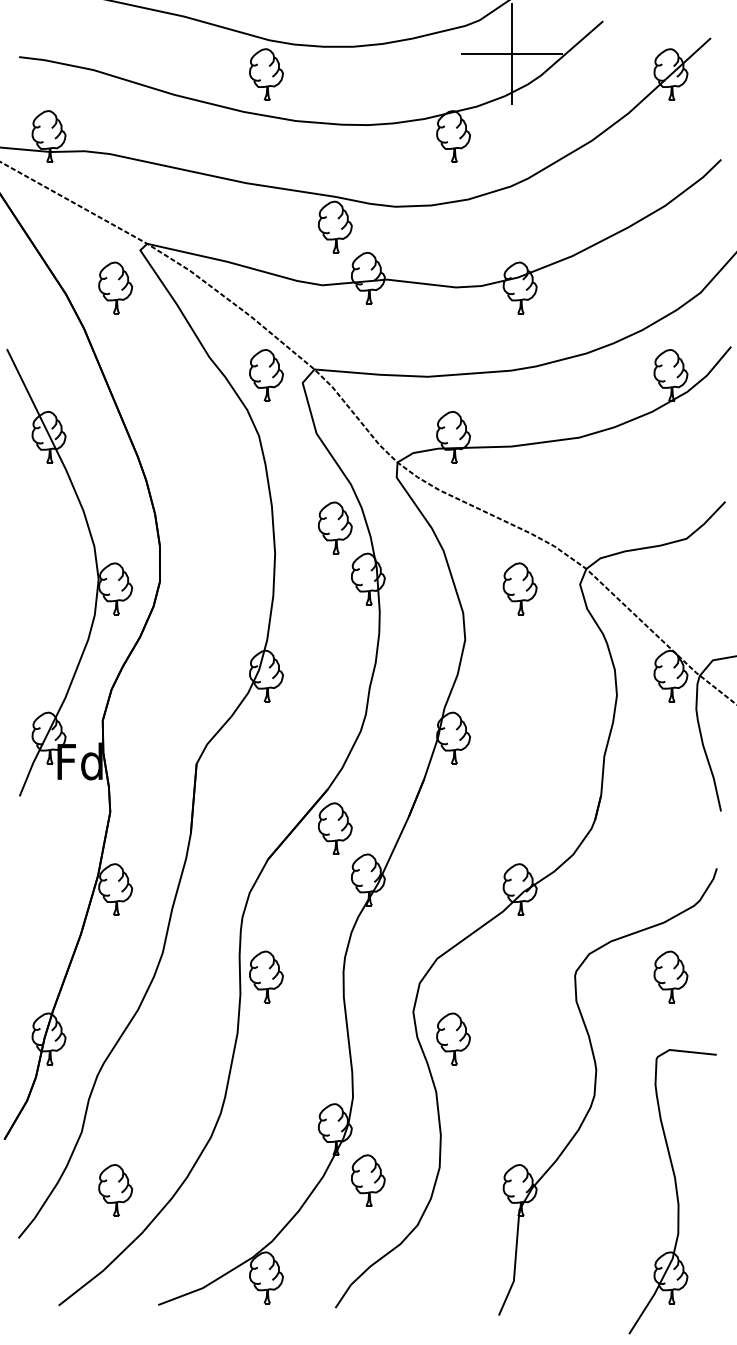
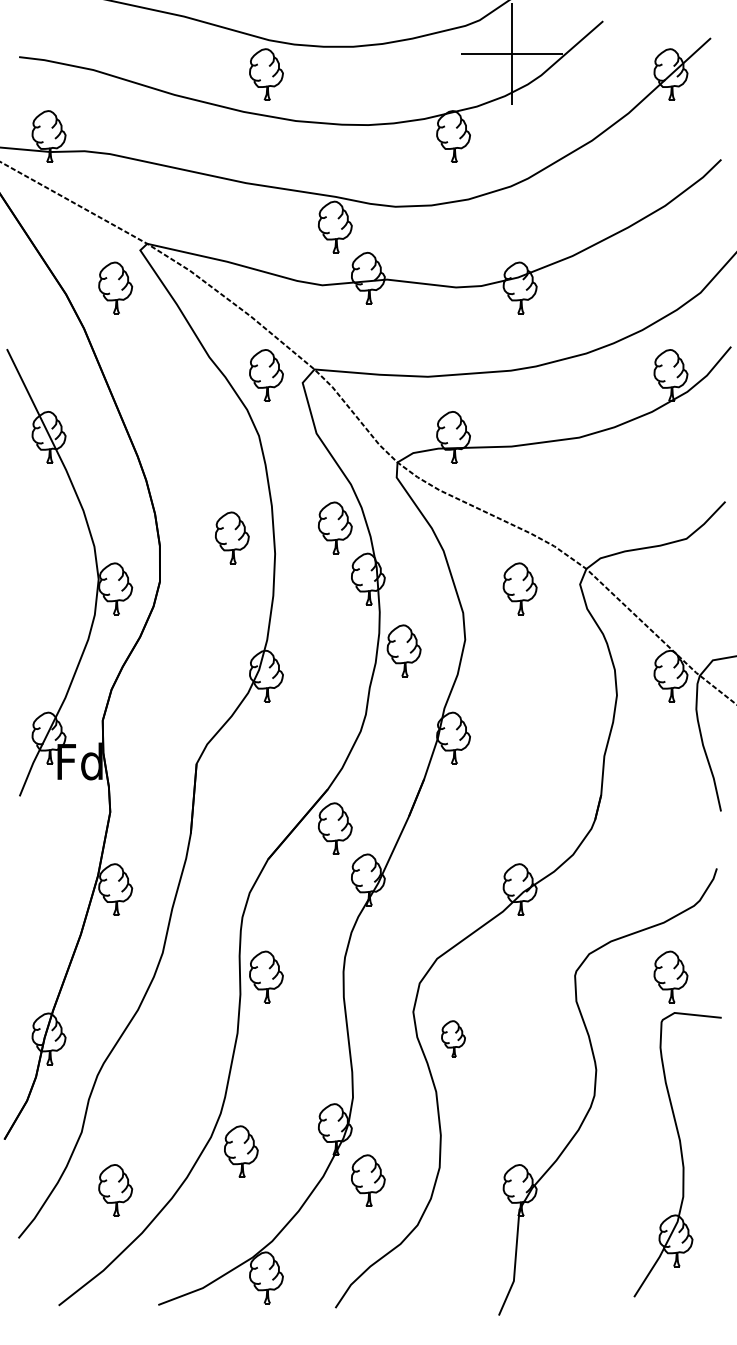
part at (232, 537): none -> present
part at (403, 650): none -> present
part at (453, 1038) size: 35x54 px -> 25x38 px
part at (241, 1151): none -> present
part at (672, 1191) position: (672, 1191) -> (677, 1154)
